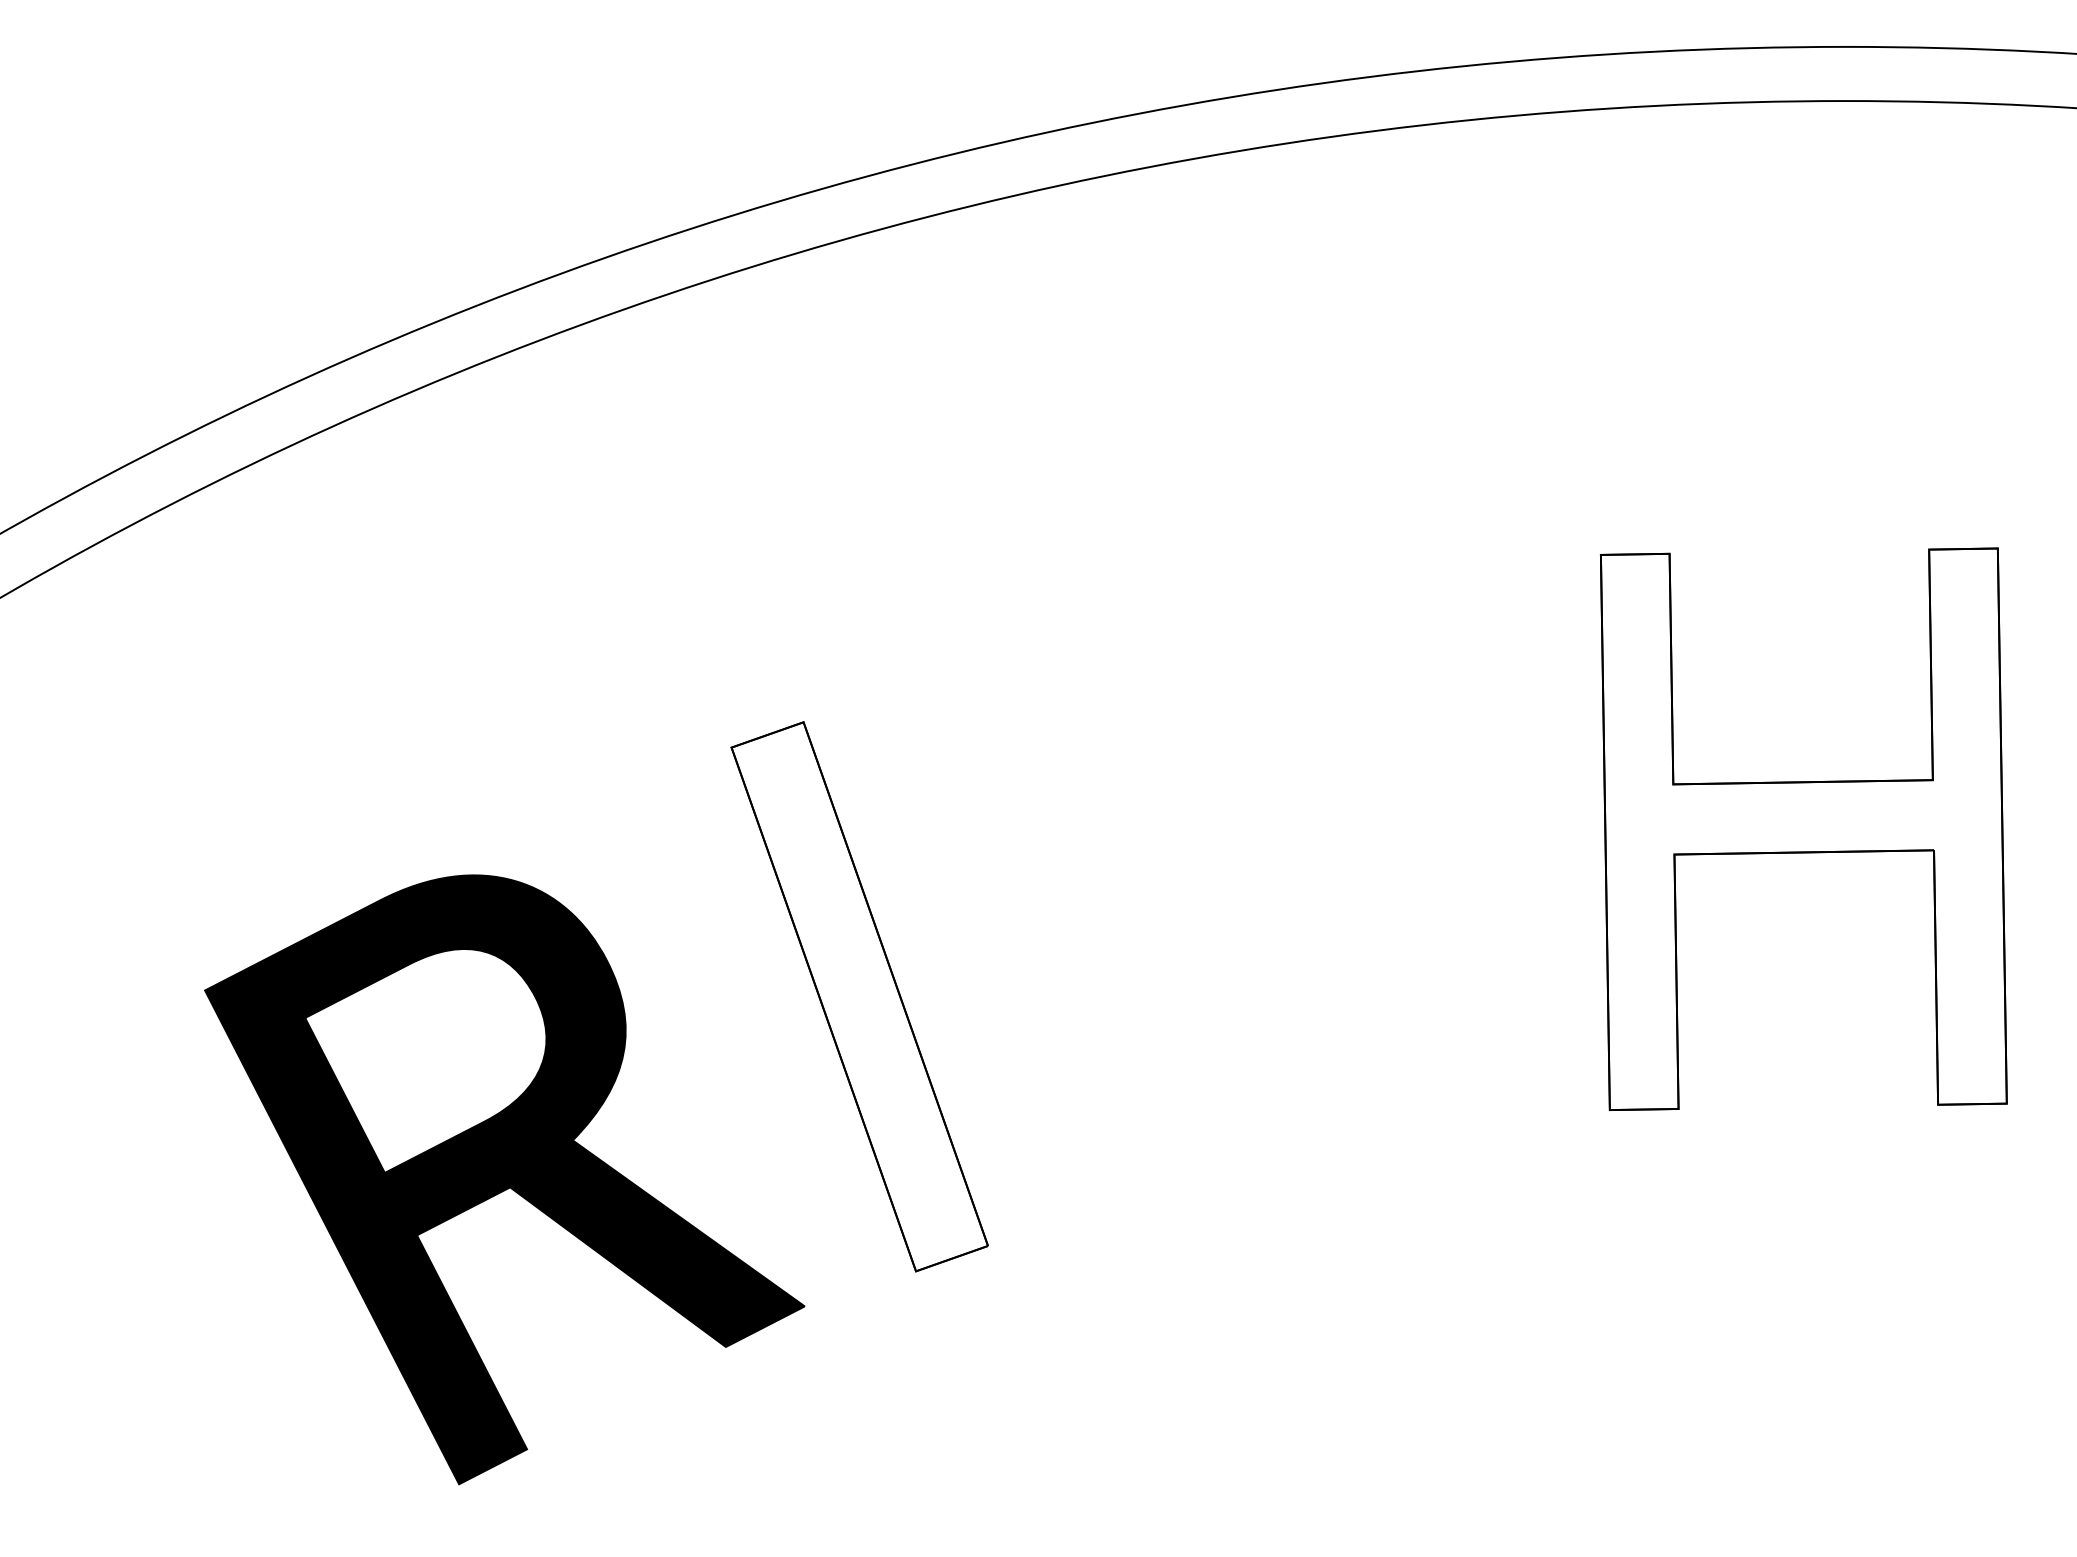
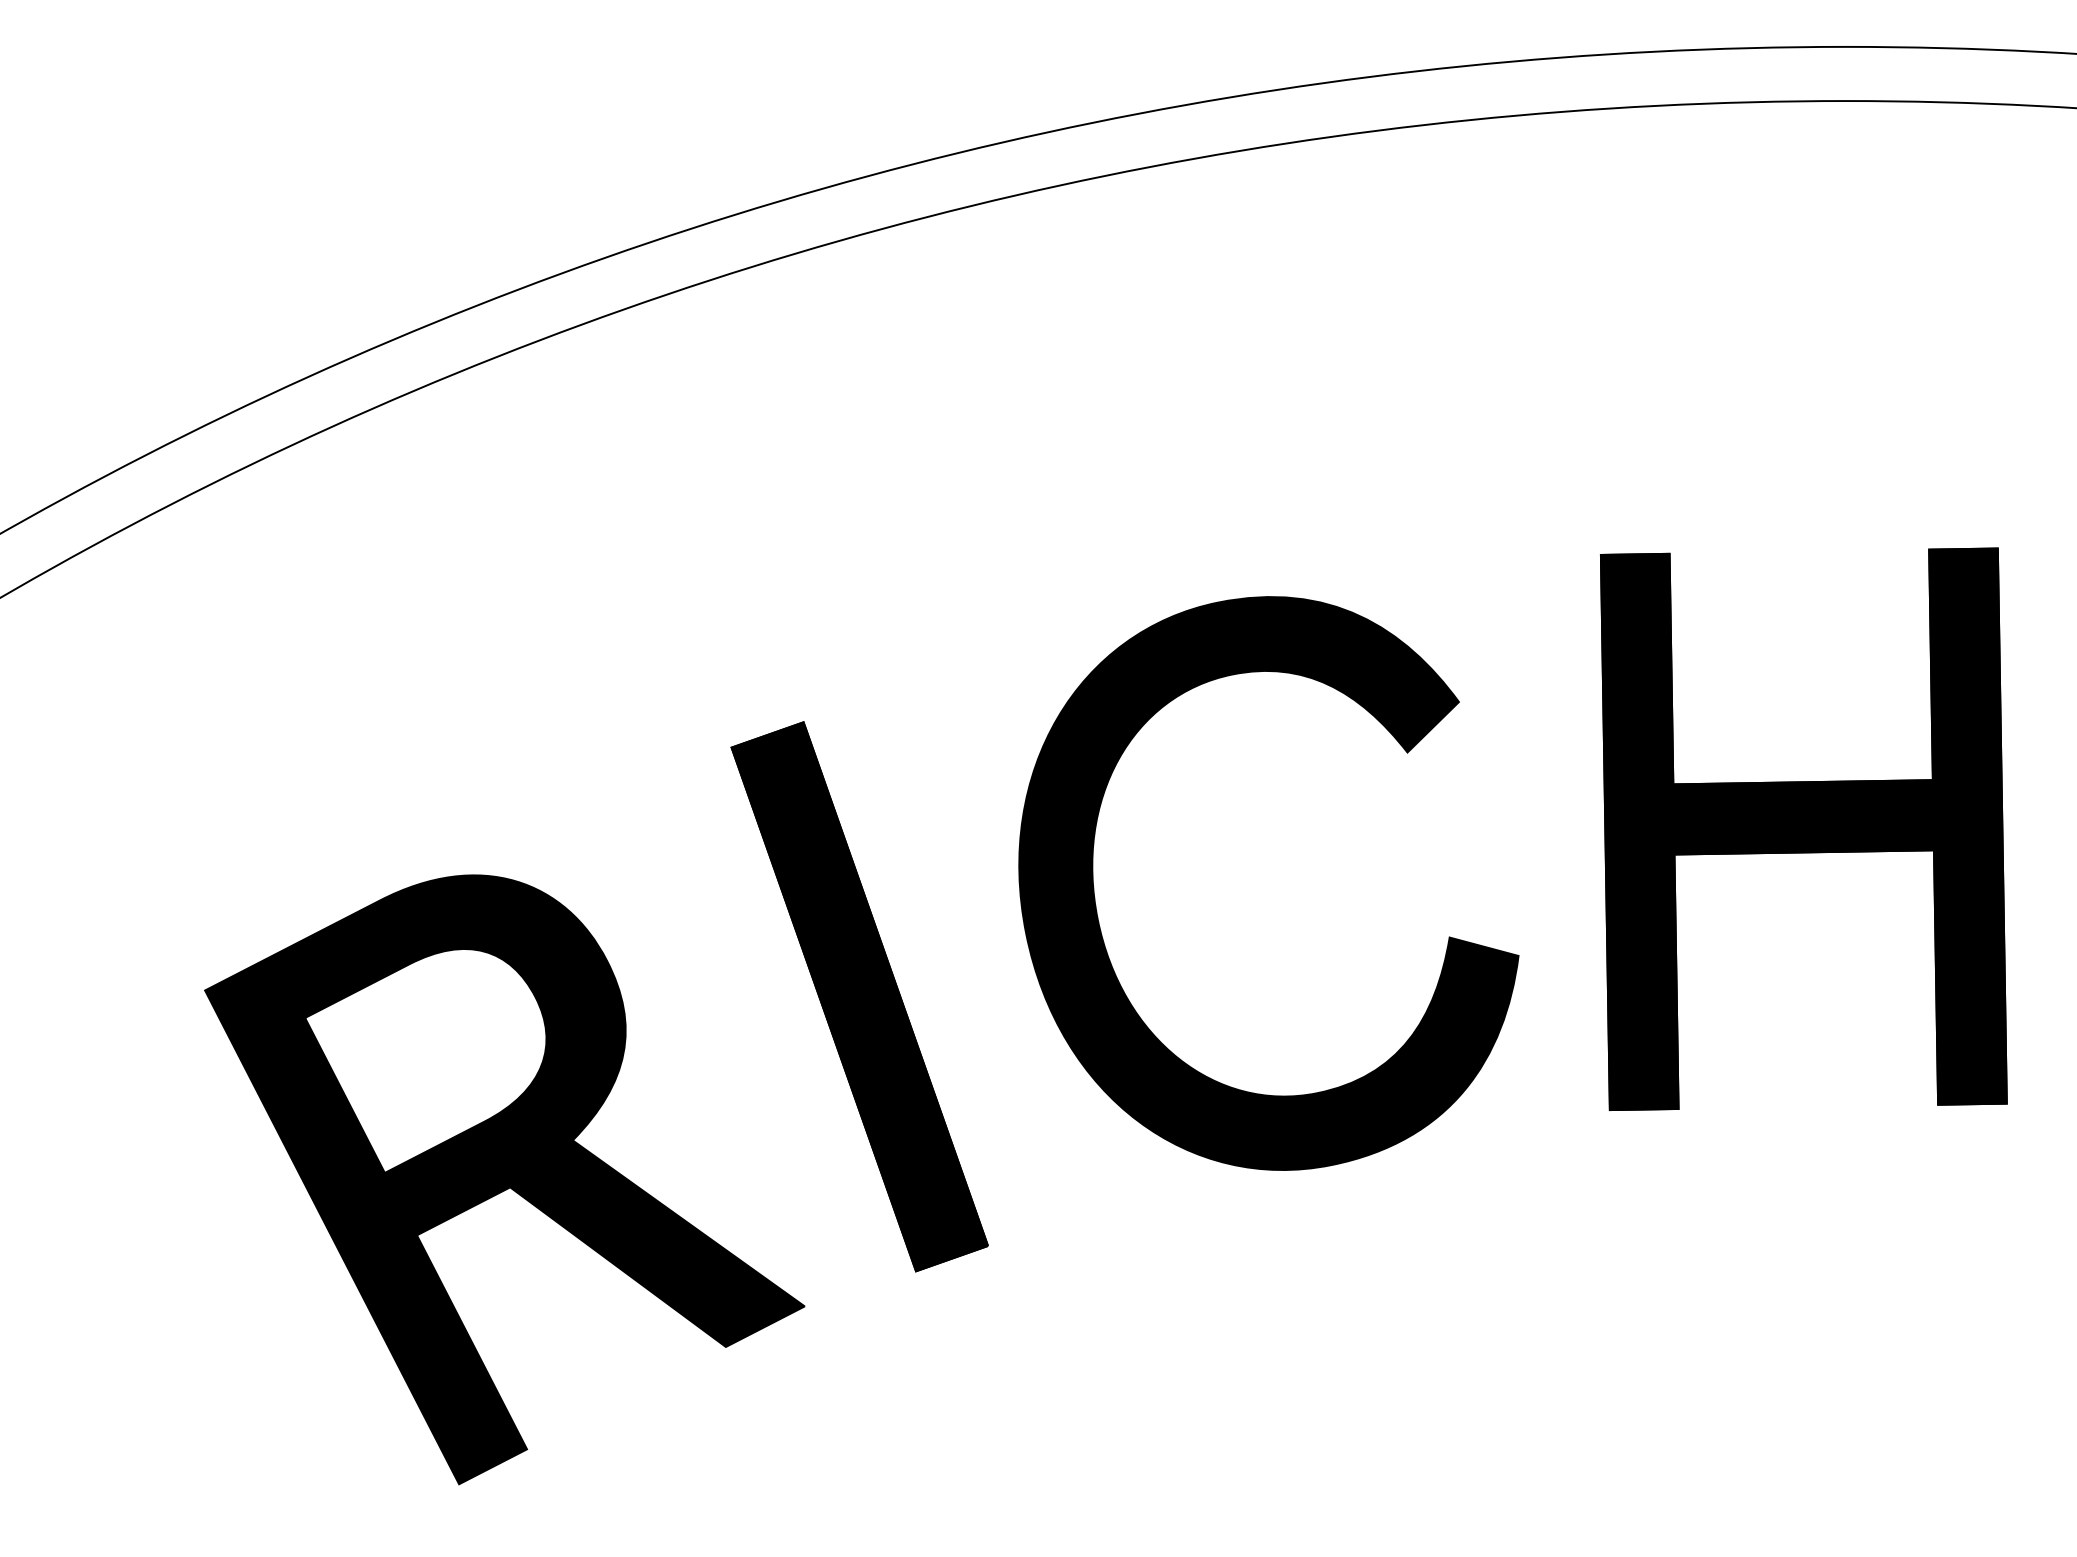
fill at (1803, 829): none -> present
part at (1097, 911): none -> present
fill at (859, 996): none -> present
